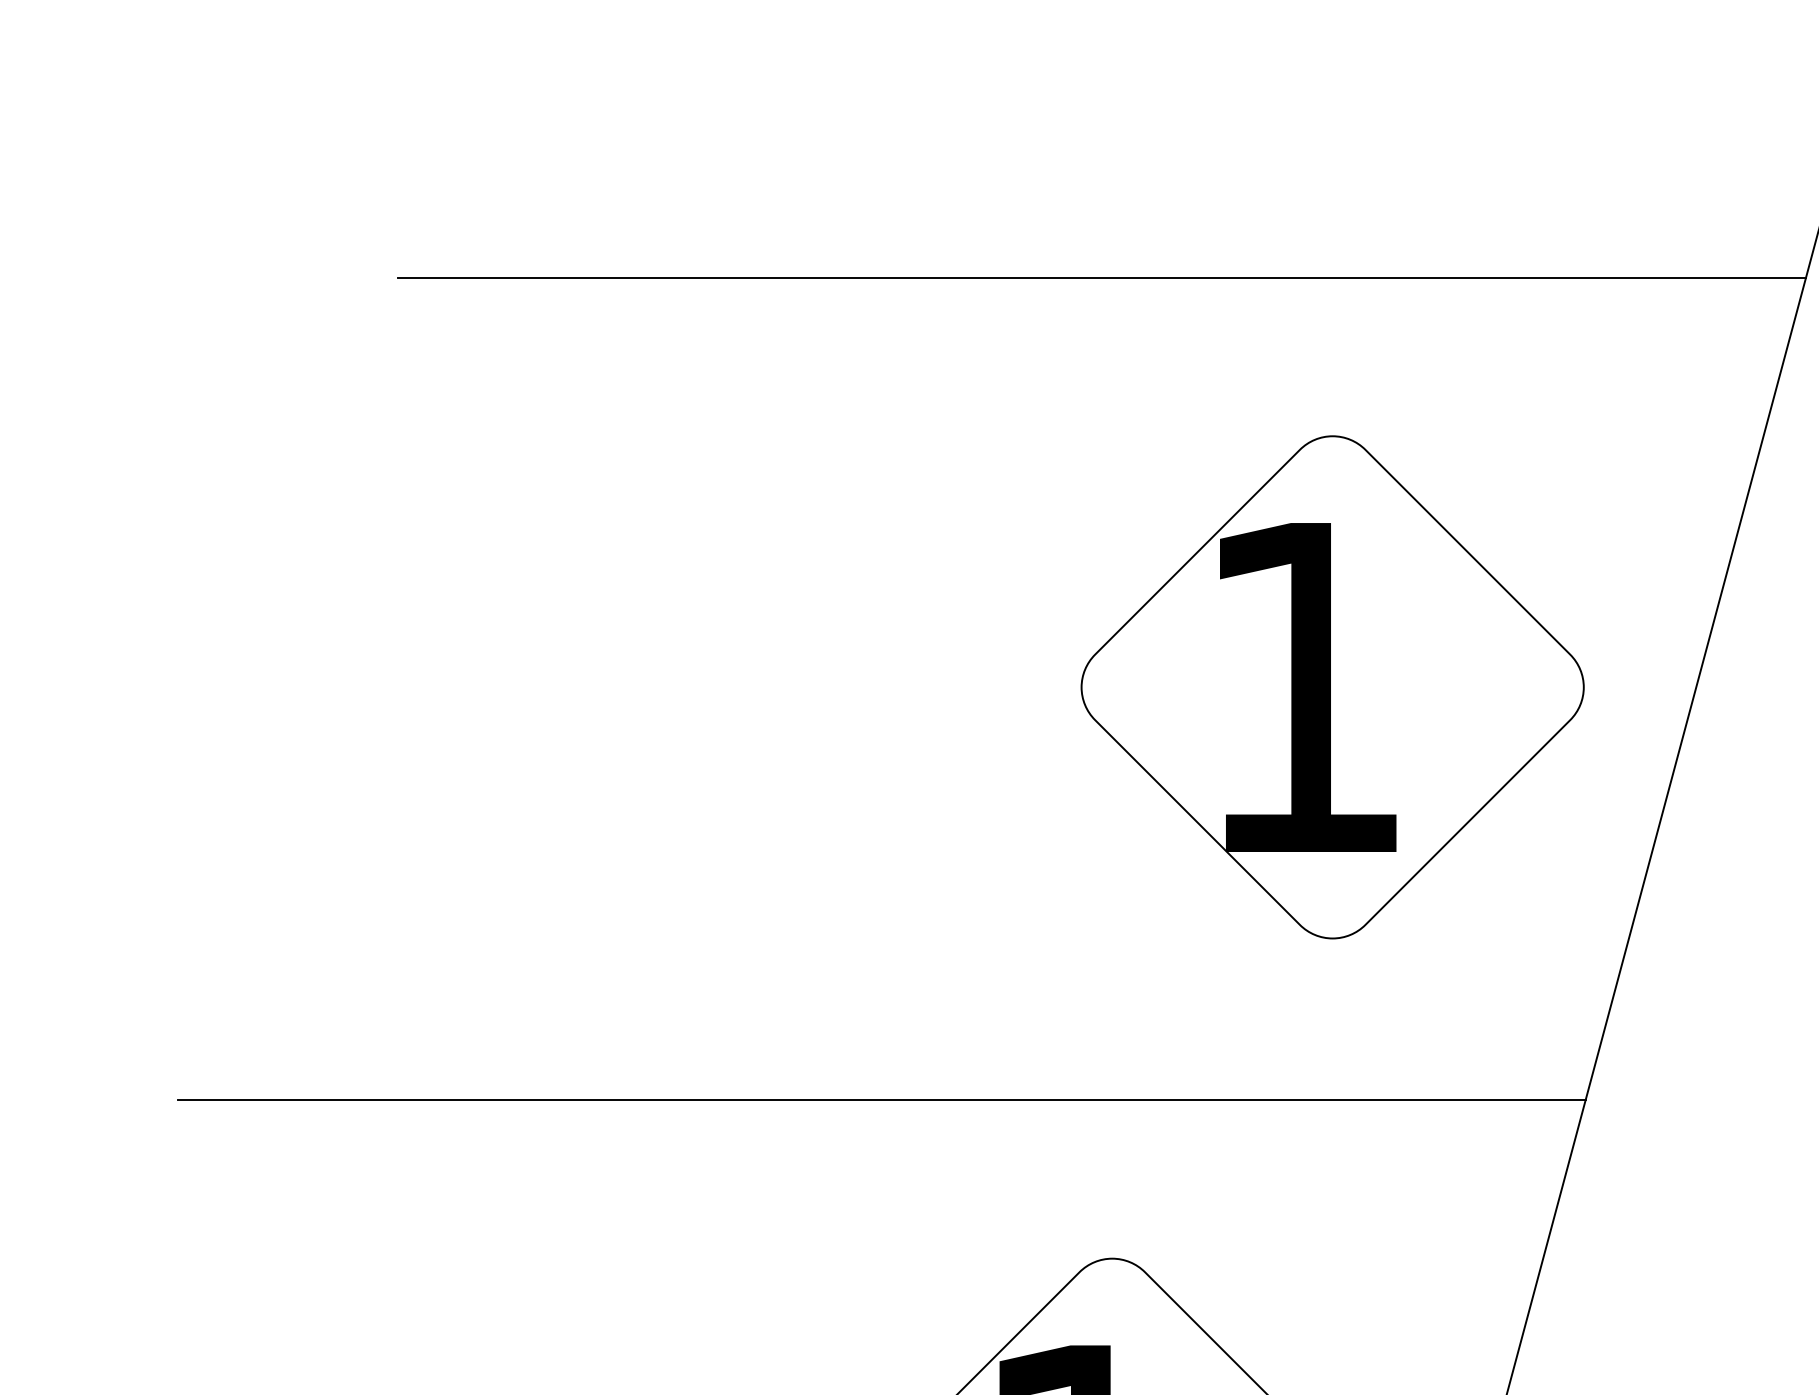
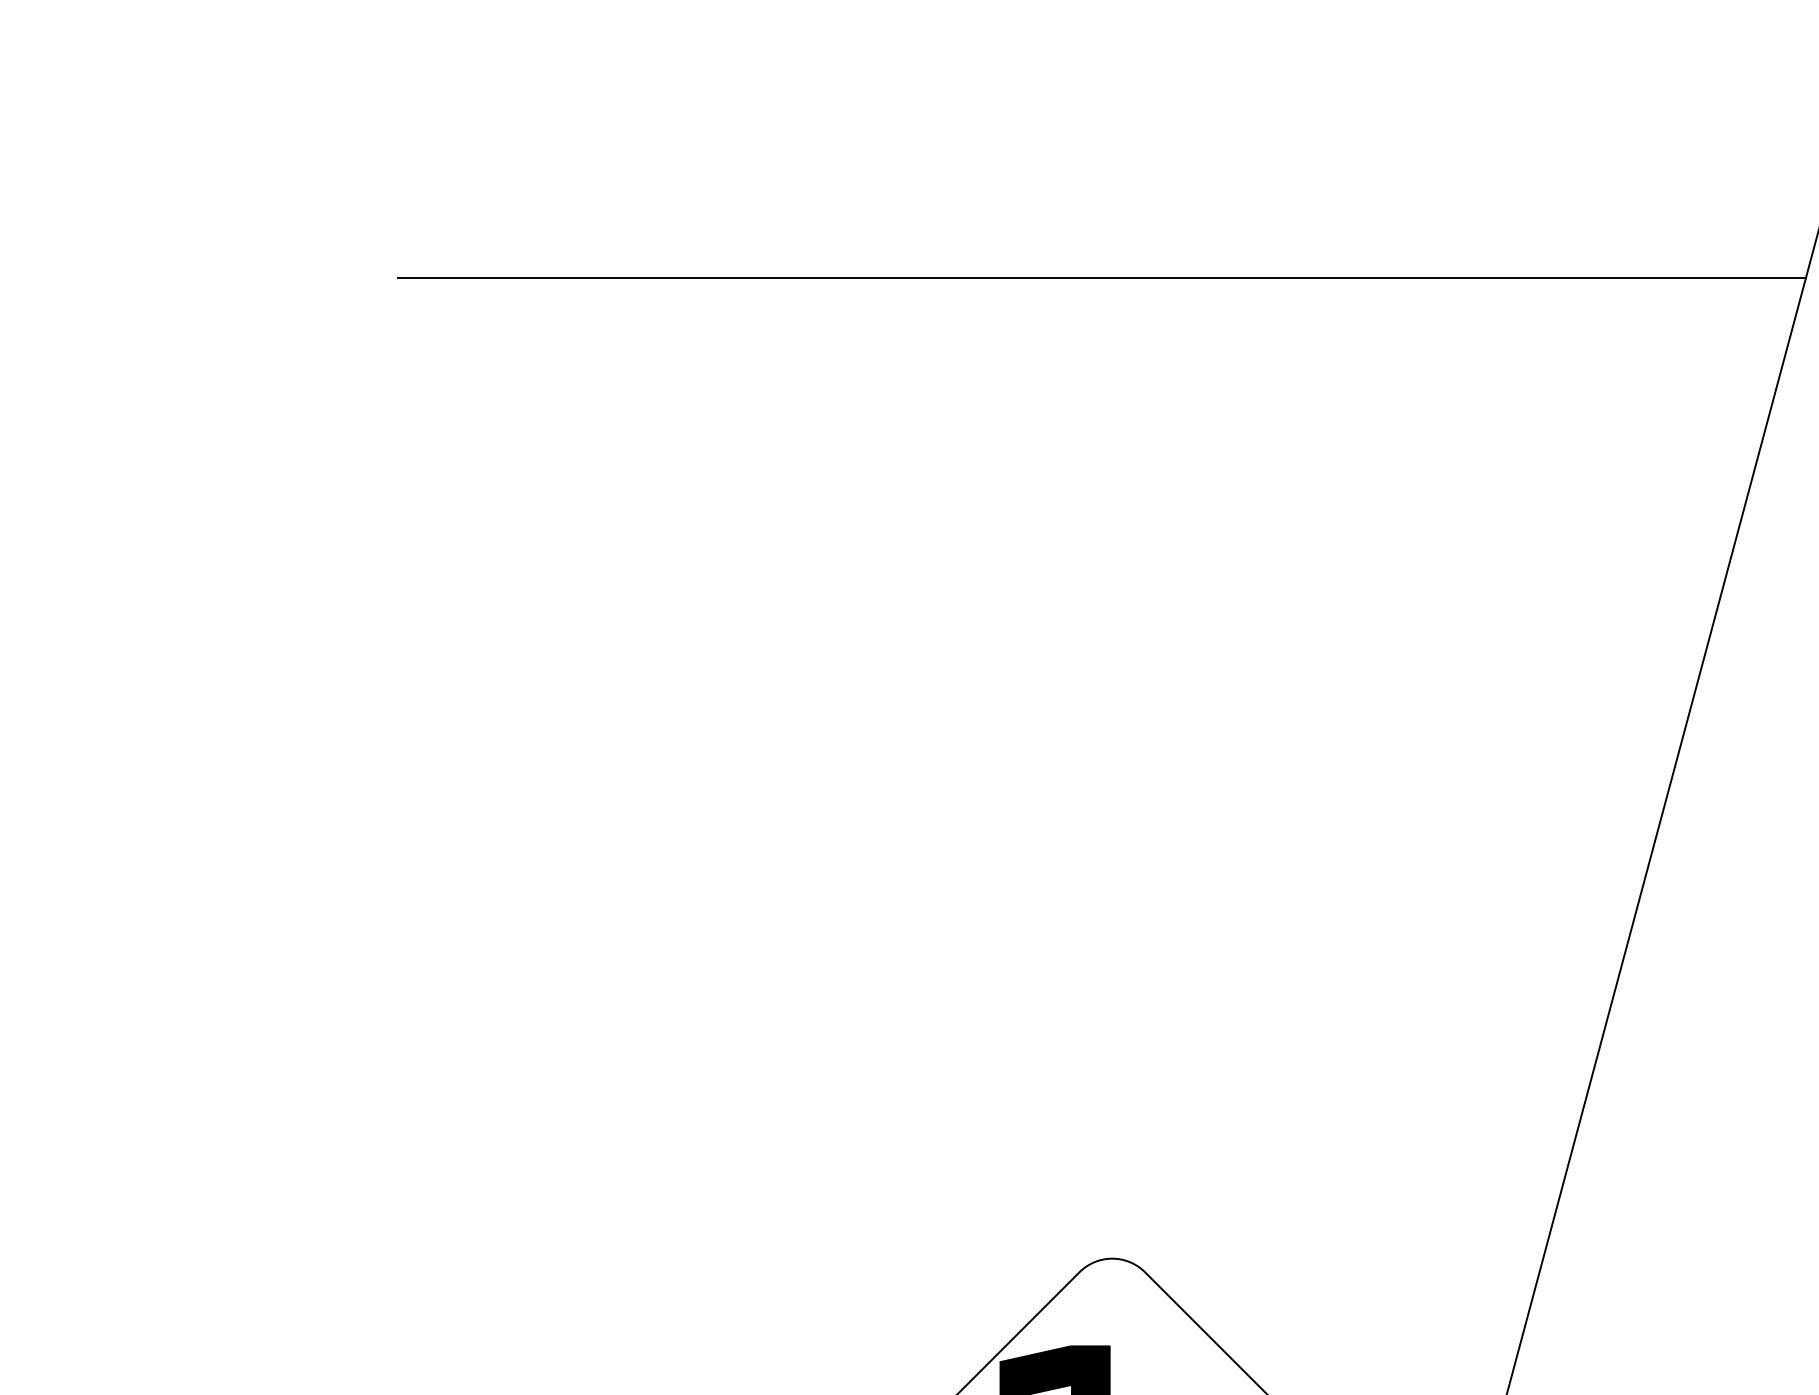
part at (1332, 687): present -> none
line at (881, 1100): present -> none
